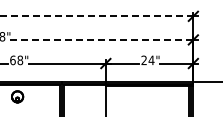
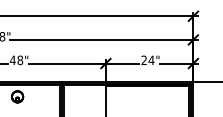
line at (97, 16): dashed -> solid
line at (102, 39): dashed -> solid
text at (12, 60): 68" -> 48"
